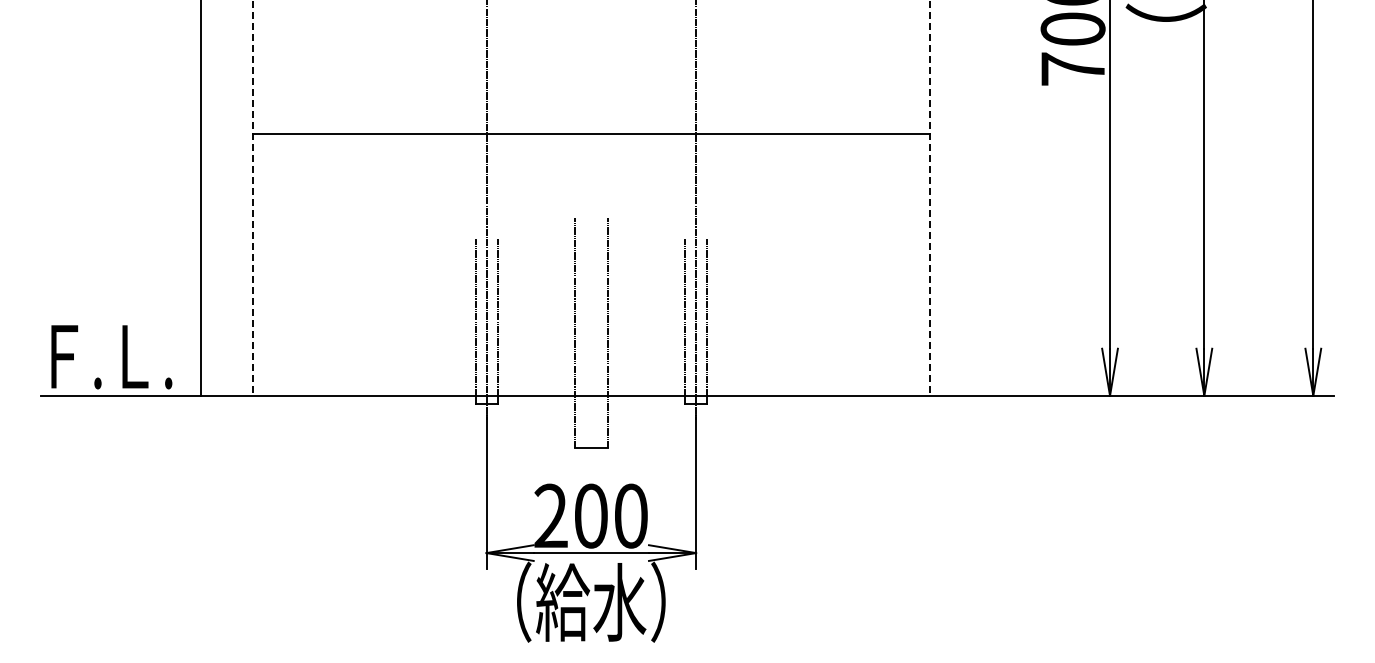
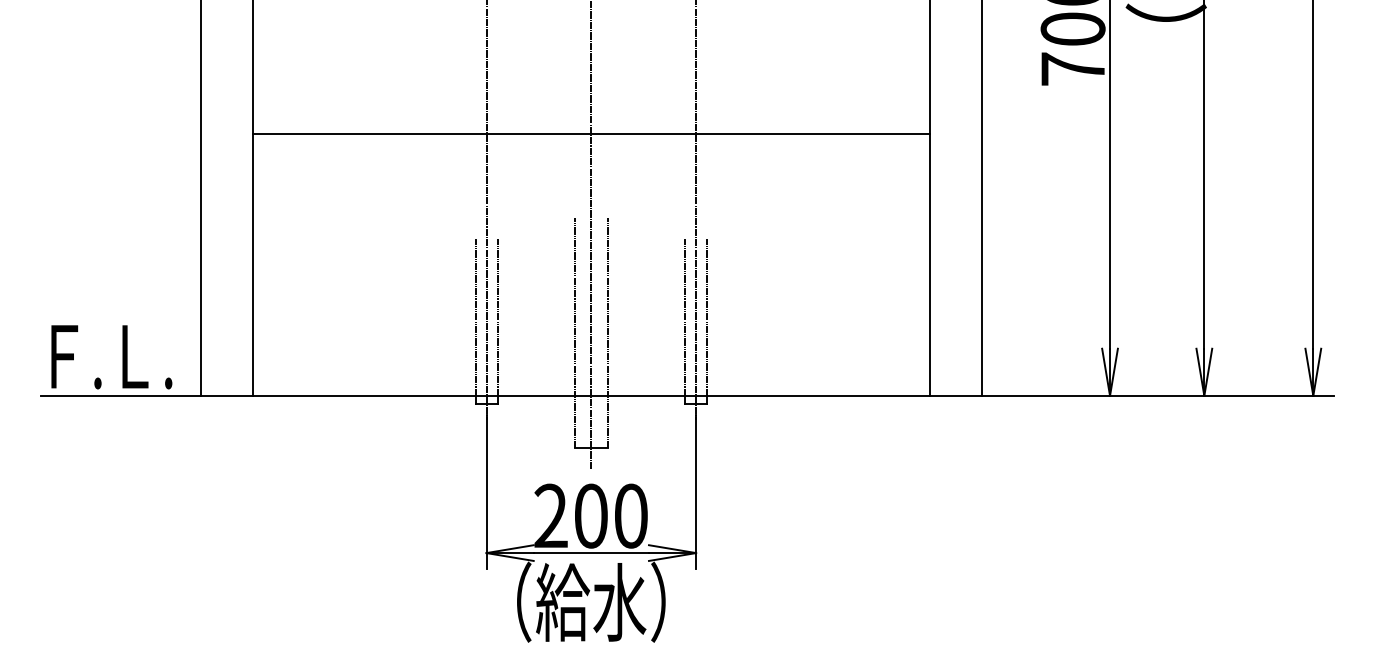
line at (252, 198): dashed -> solid
line at (929, 198): dashed -> solid
line at (982, 198): none -> present
line at (591, 235): none -> present
